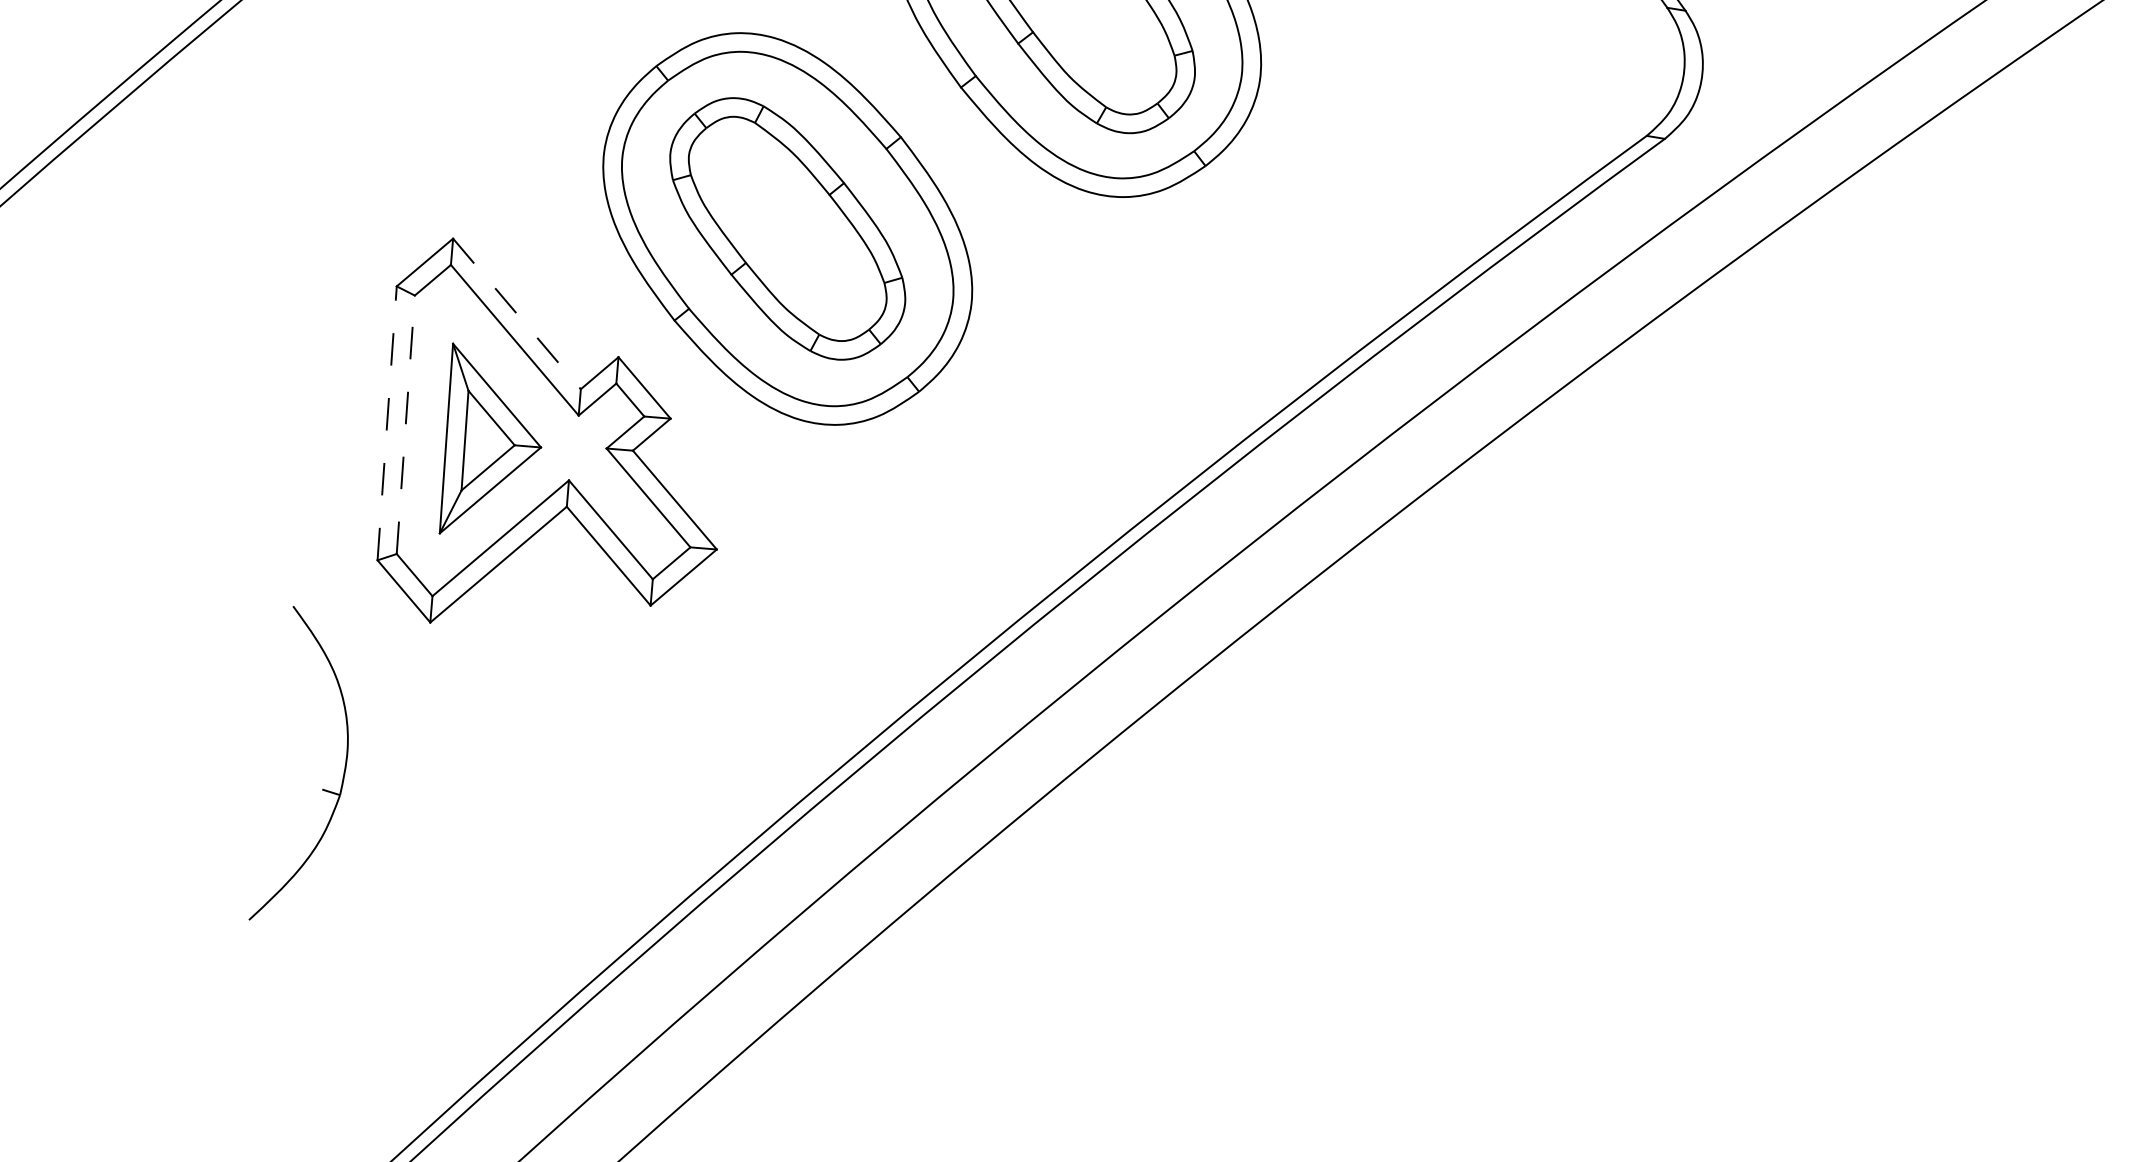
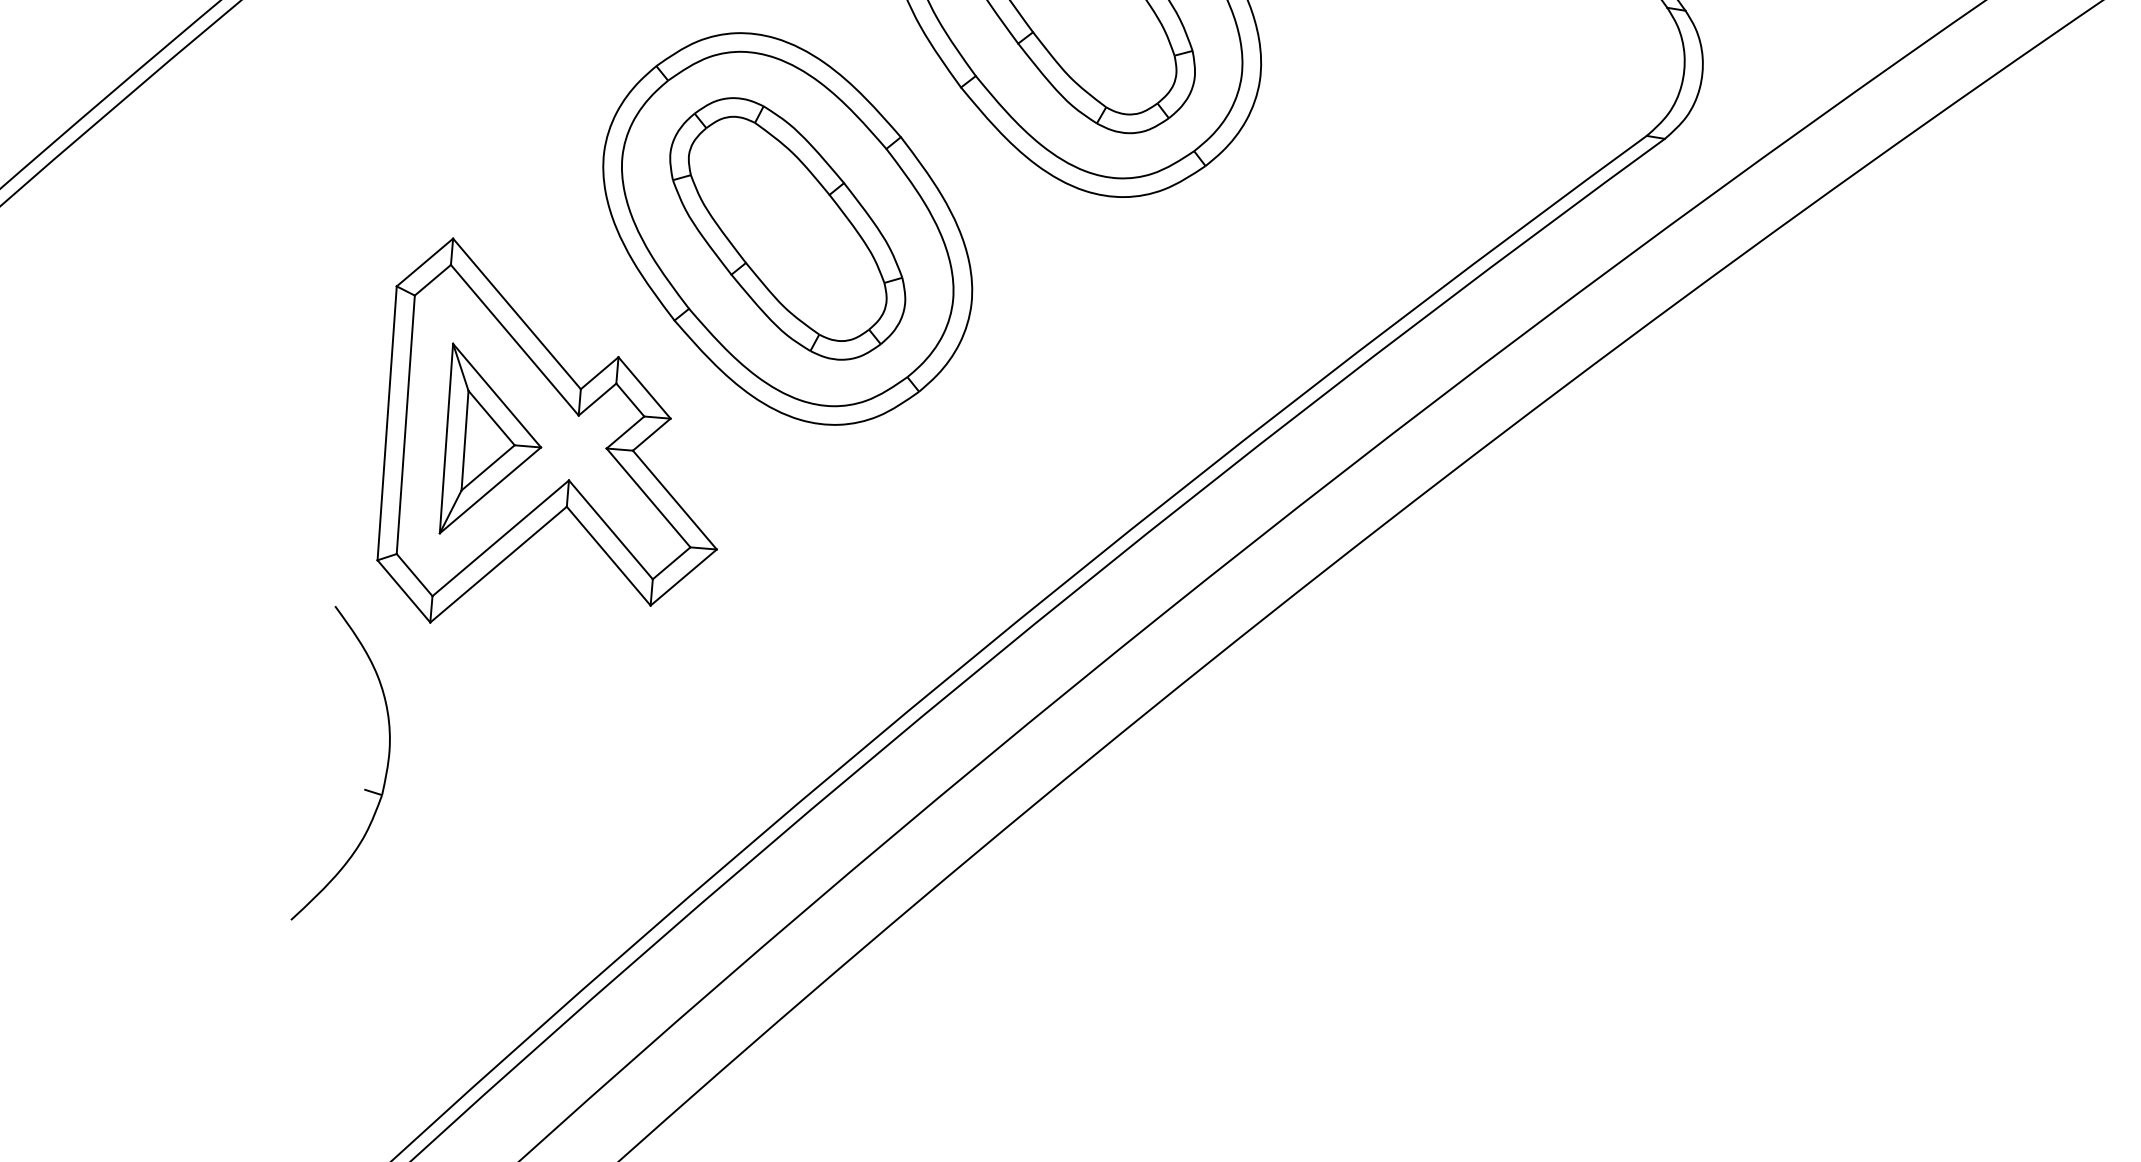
line at (516, 313): dashed -> solid
line at (387, 422): dashed -> solid
line at (405, 424): dashed -> solid
part at (322, 788) position: (322, 788) -> (364, 788)
